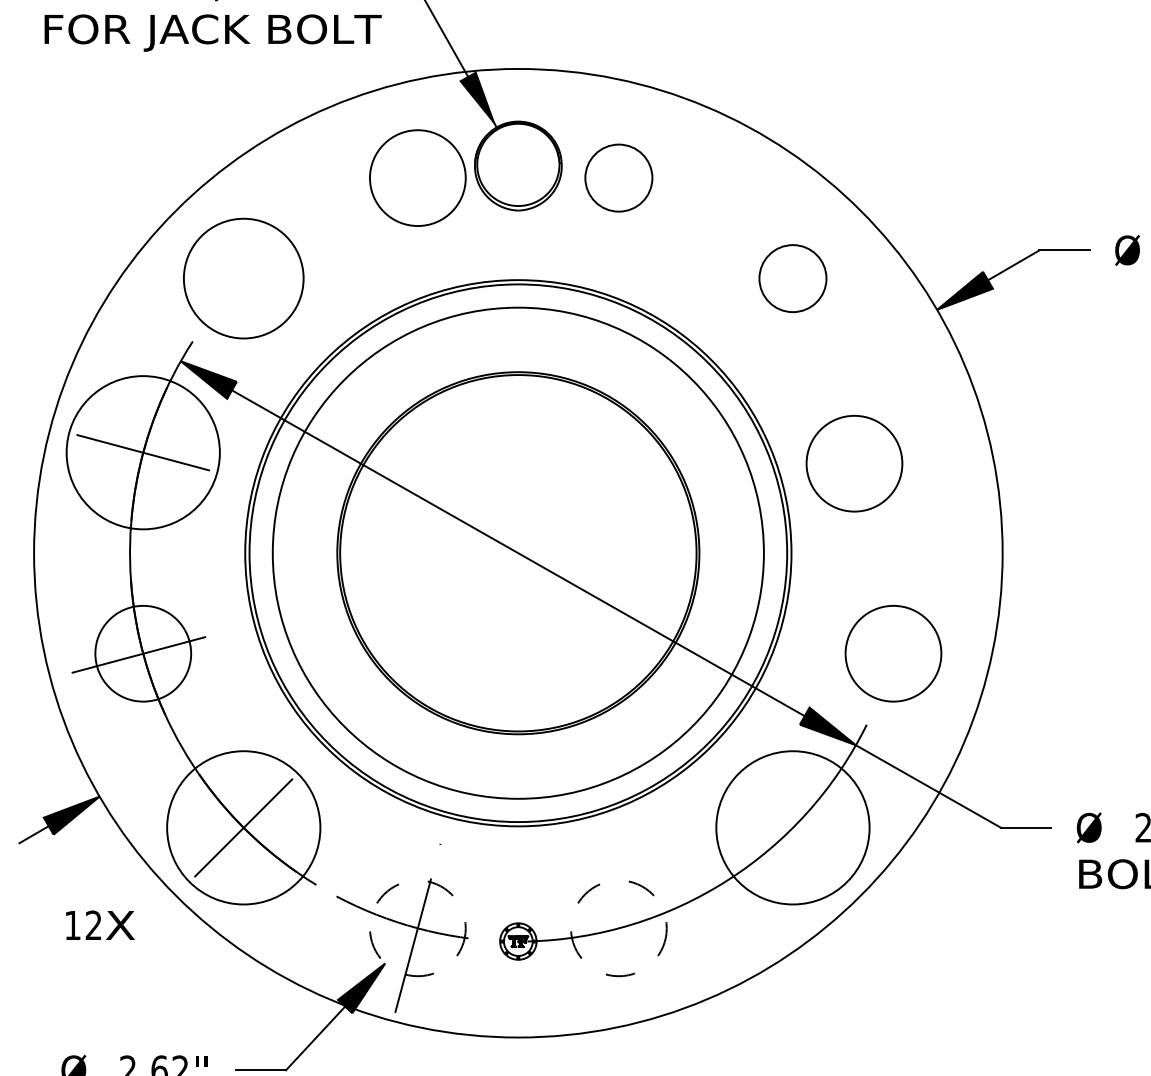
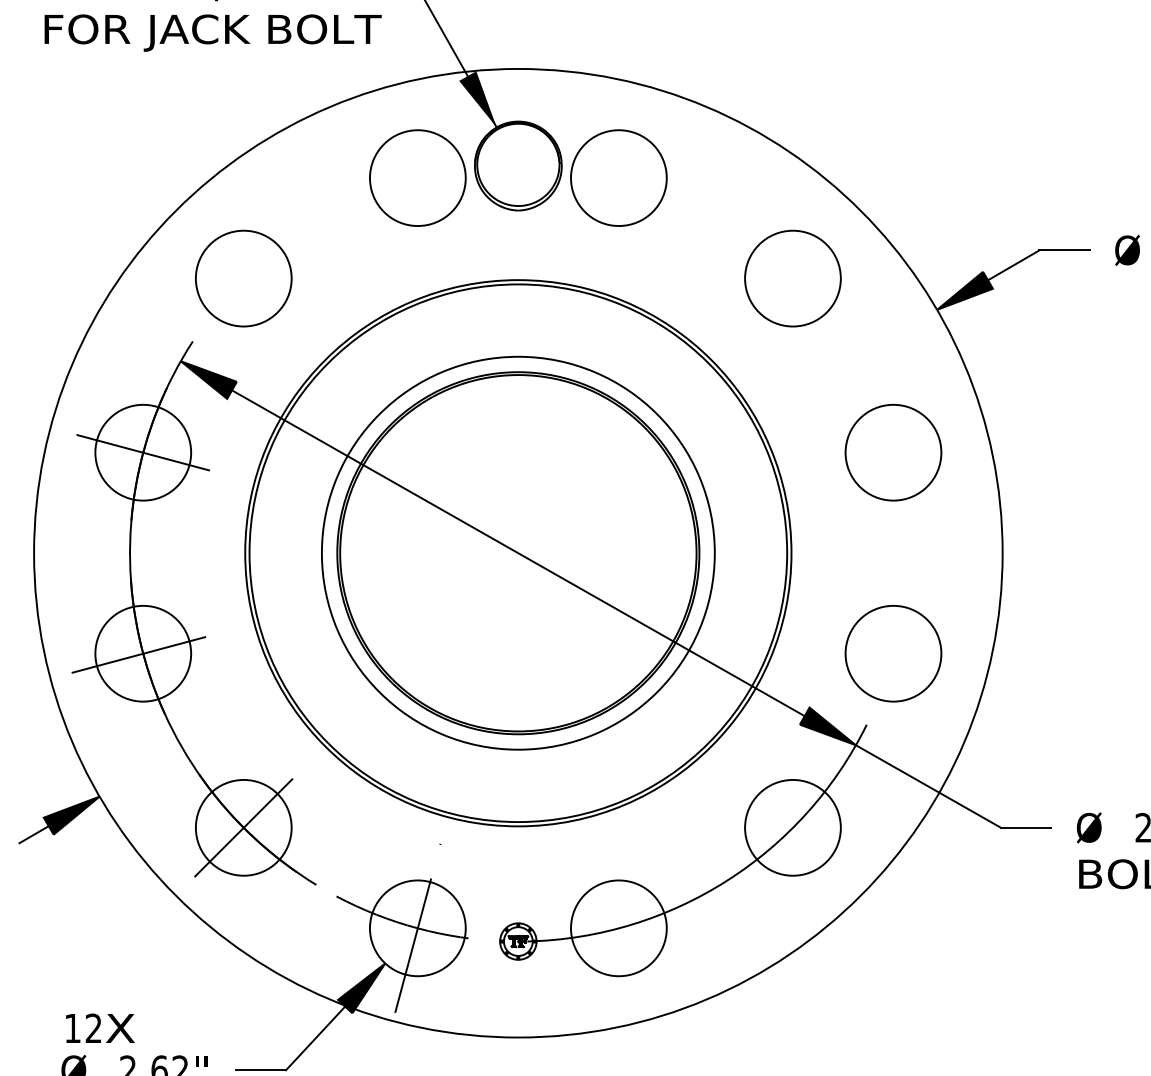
circle at (618, 177) diameter: 67 px -> 96 px
circle at (243, 278) diameter: 120 px -> 96 px
circle at (792, 278) diameter: 67 px -> 96 px
circle at (142, 452) diameter: 153 px -> 96 px
circle at (854, 463) position: (854, 463) -> (893, 452)
circle at (517, 552) diameter: 491 px -> 393 px
circle at (243, 827) diameter: 153 px -> 96 px
circle at (792, 827) diameter: 153 px -> 96 px
text at (100, 924) position: (100, 924) -> (100, 1027)
circle at (417, 928): dashed -> solid
circle at (618, 928): dashed -> solid
